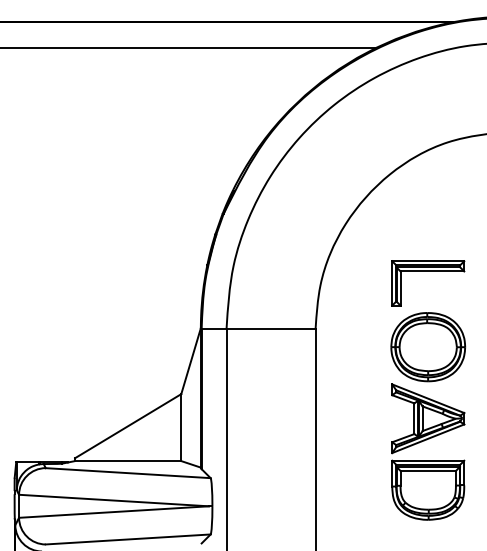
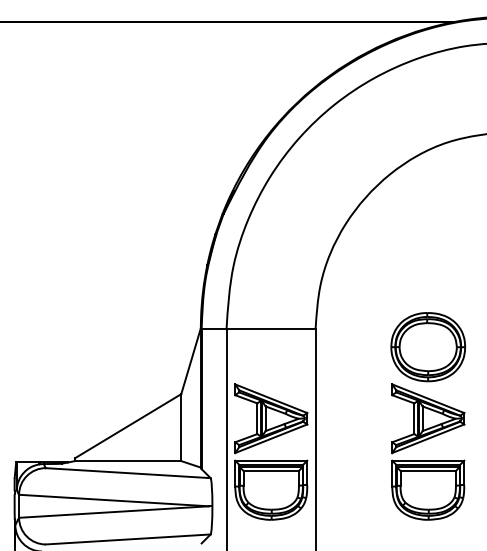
line at (188, 48): present -> none
part at (428, 271): present -> none
part at (271, 460): none -> present
